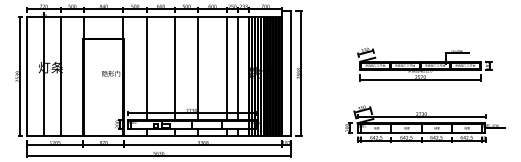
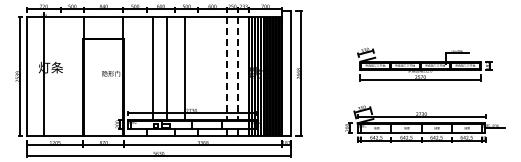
line at (146, 68) position: (146, 68) -> (152, 68)
line at (175, 68) position: (175, 68) -> (167, 68)
line at (198, 68) position: (198, 68) -> (185, 68)
line at (226, 69): solid -> dashed
line at (238, 69): solid -> dashed
line at (60, 76): present -> none
